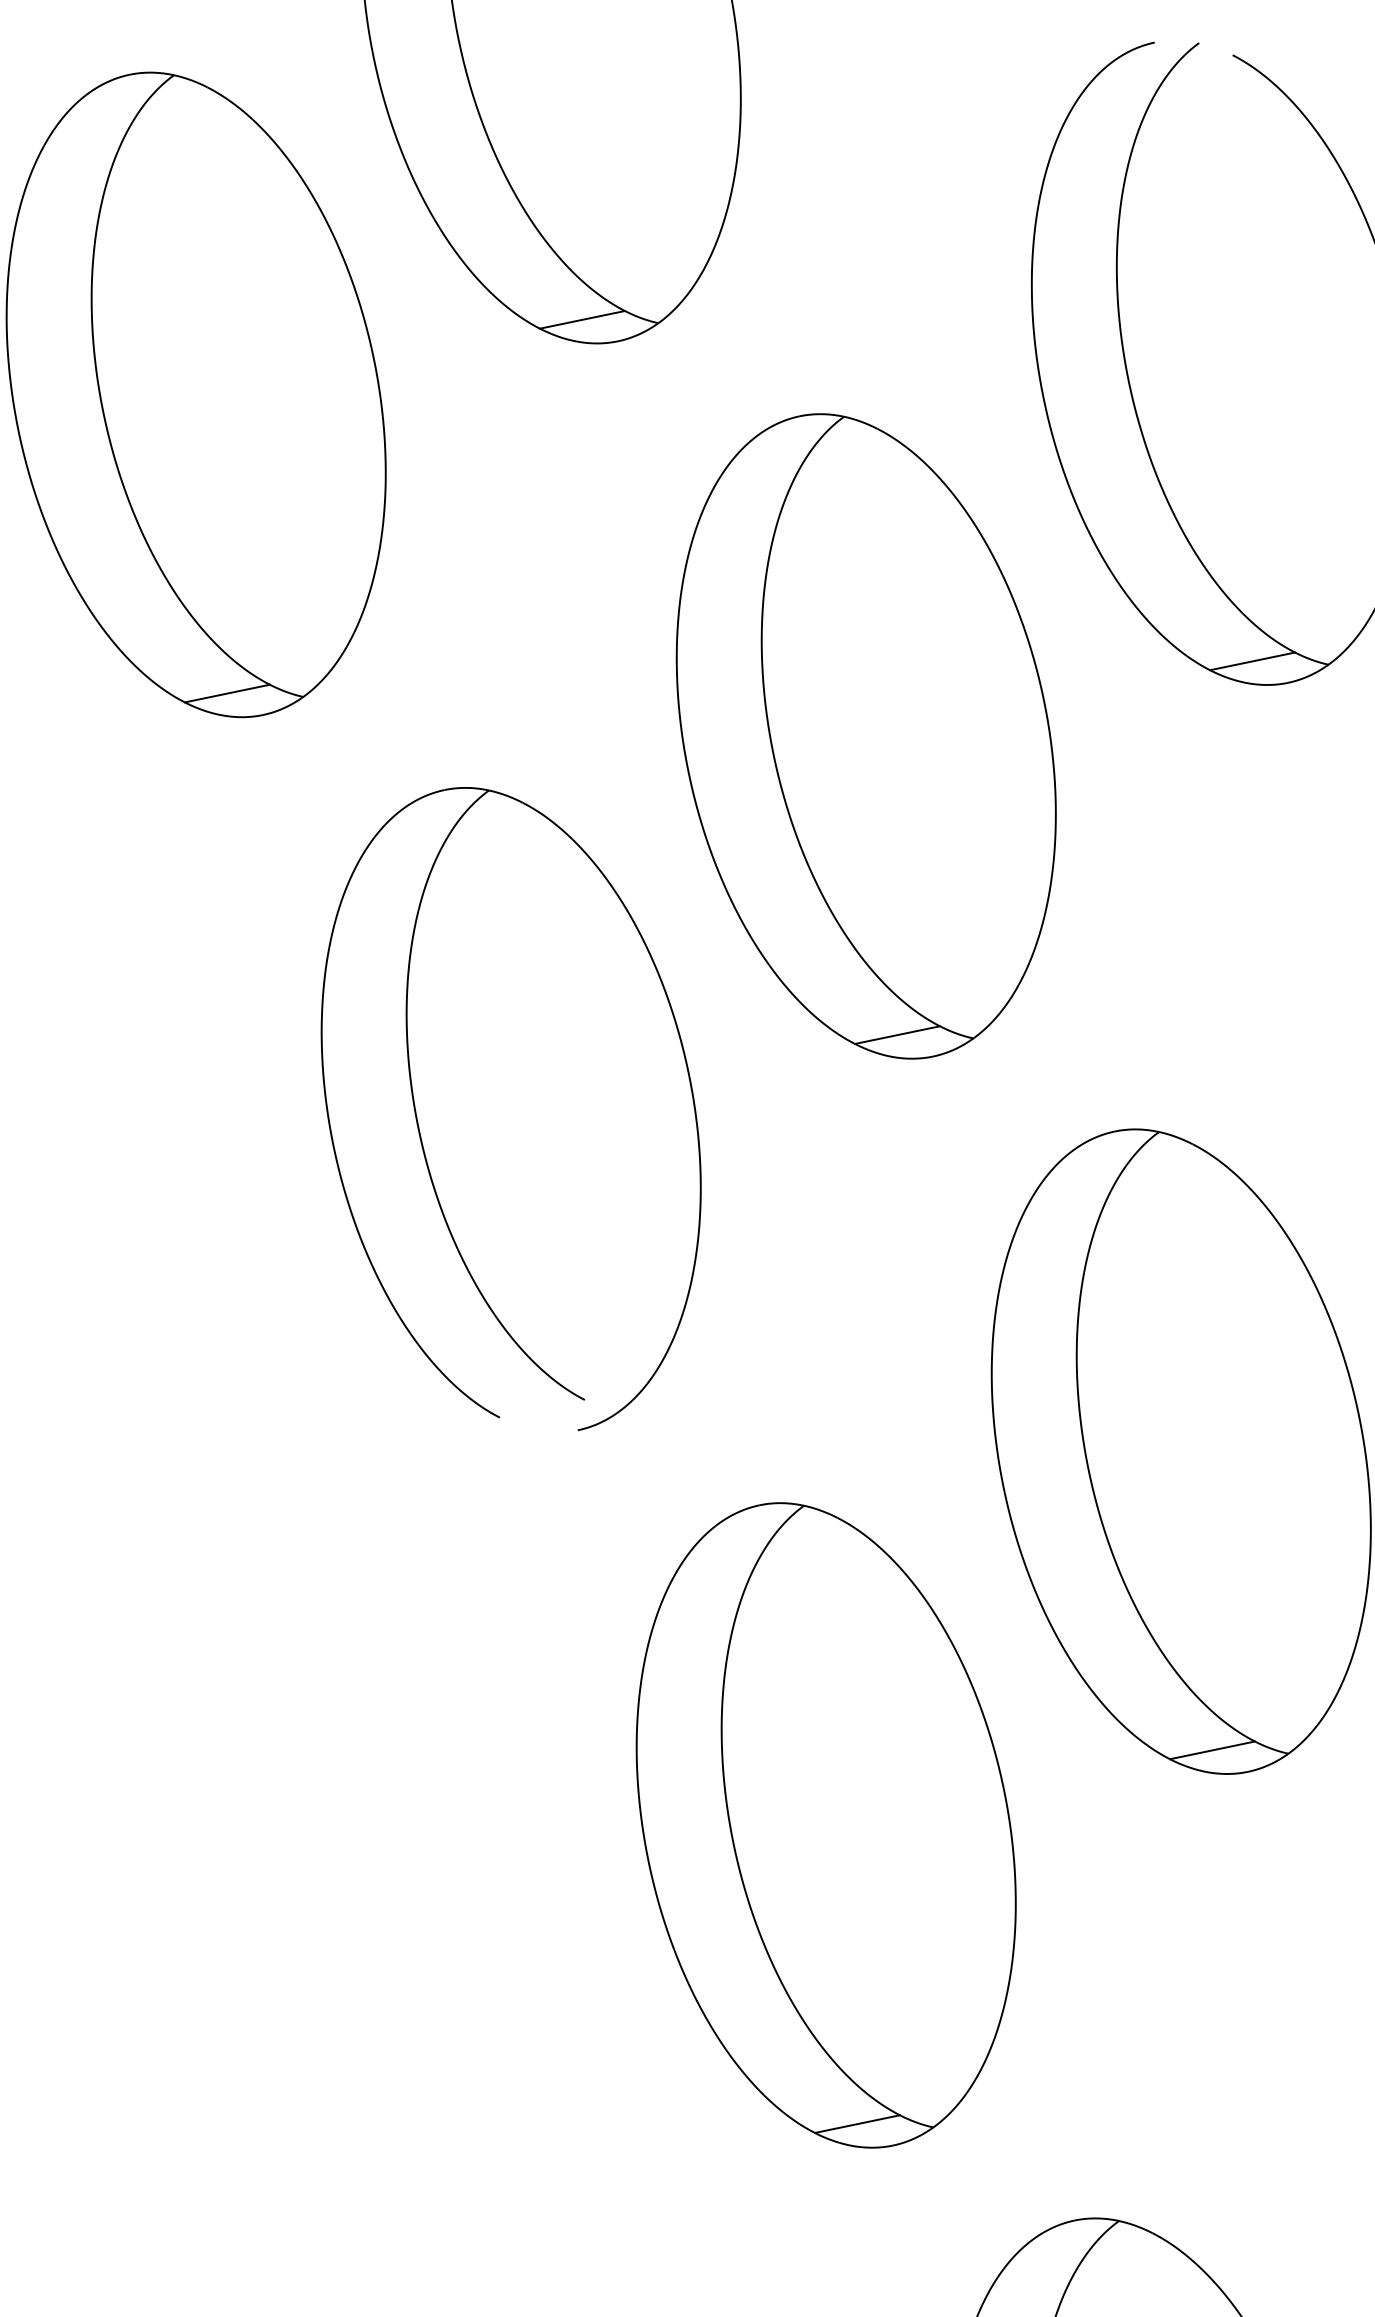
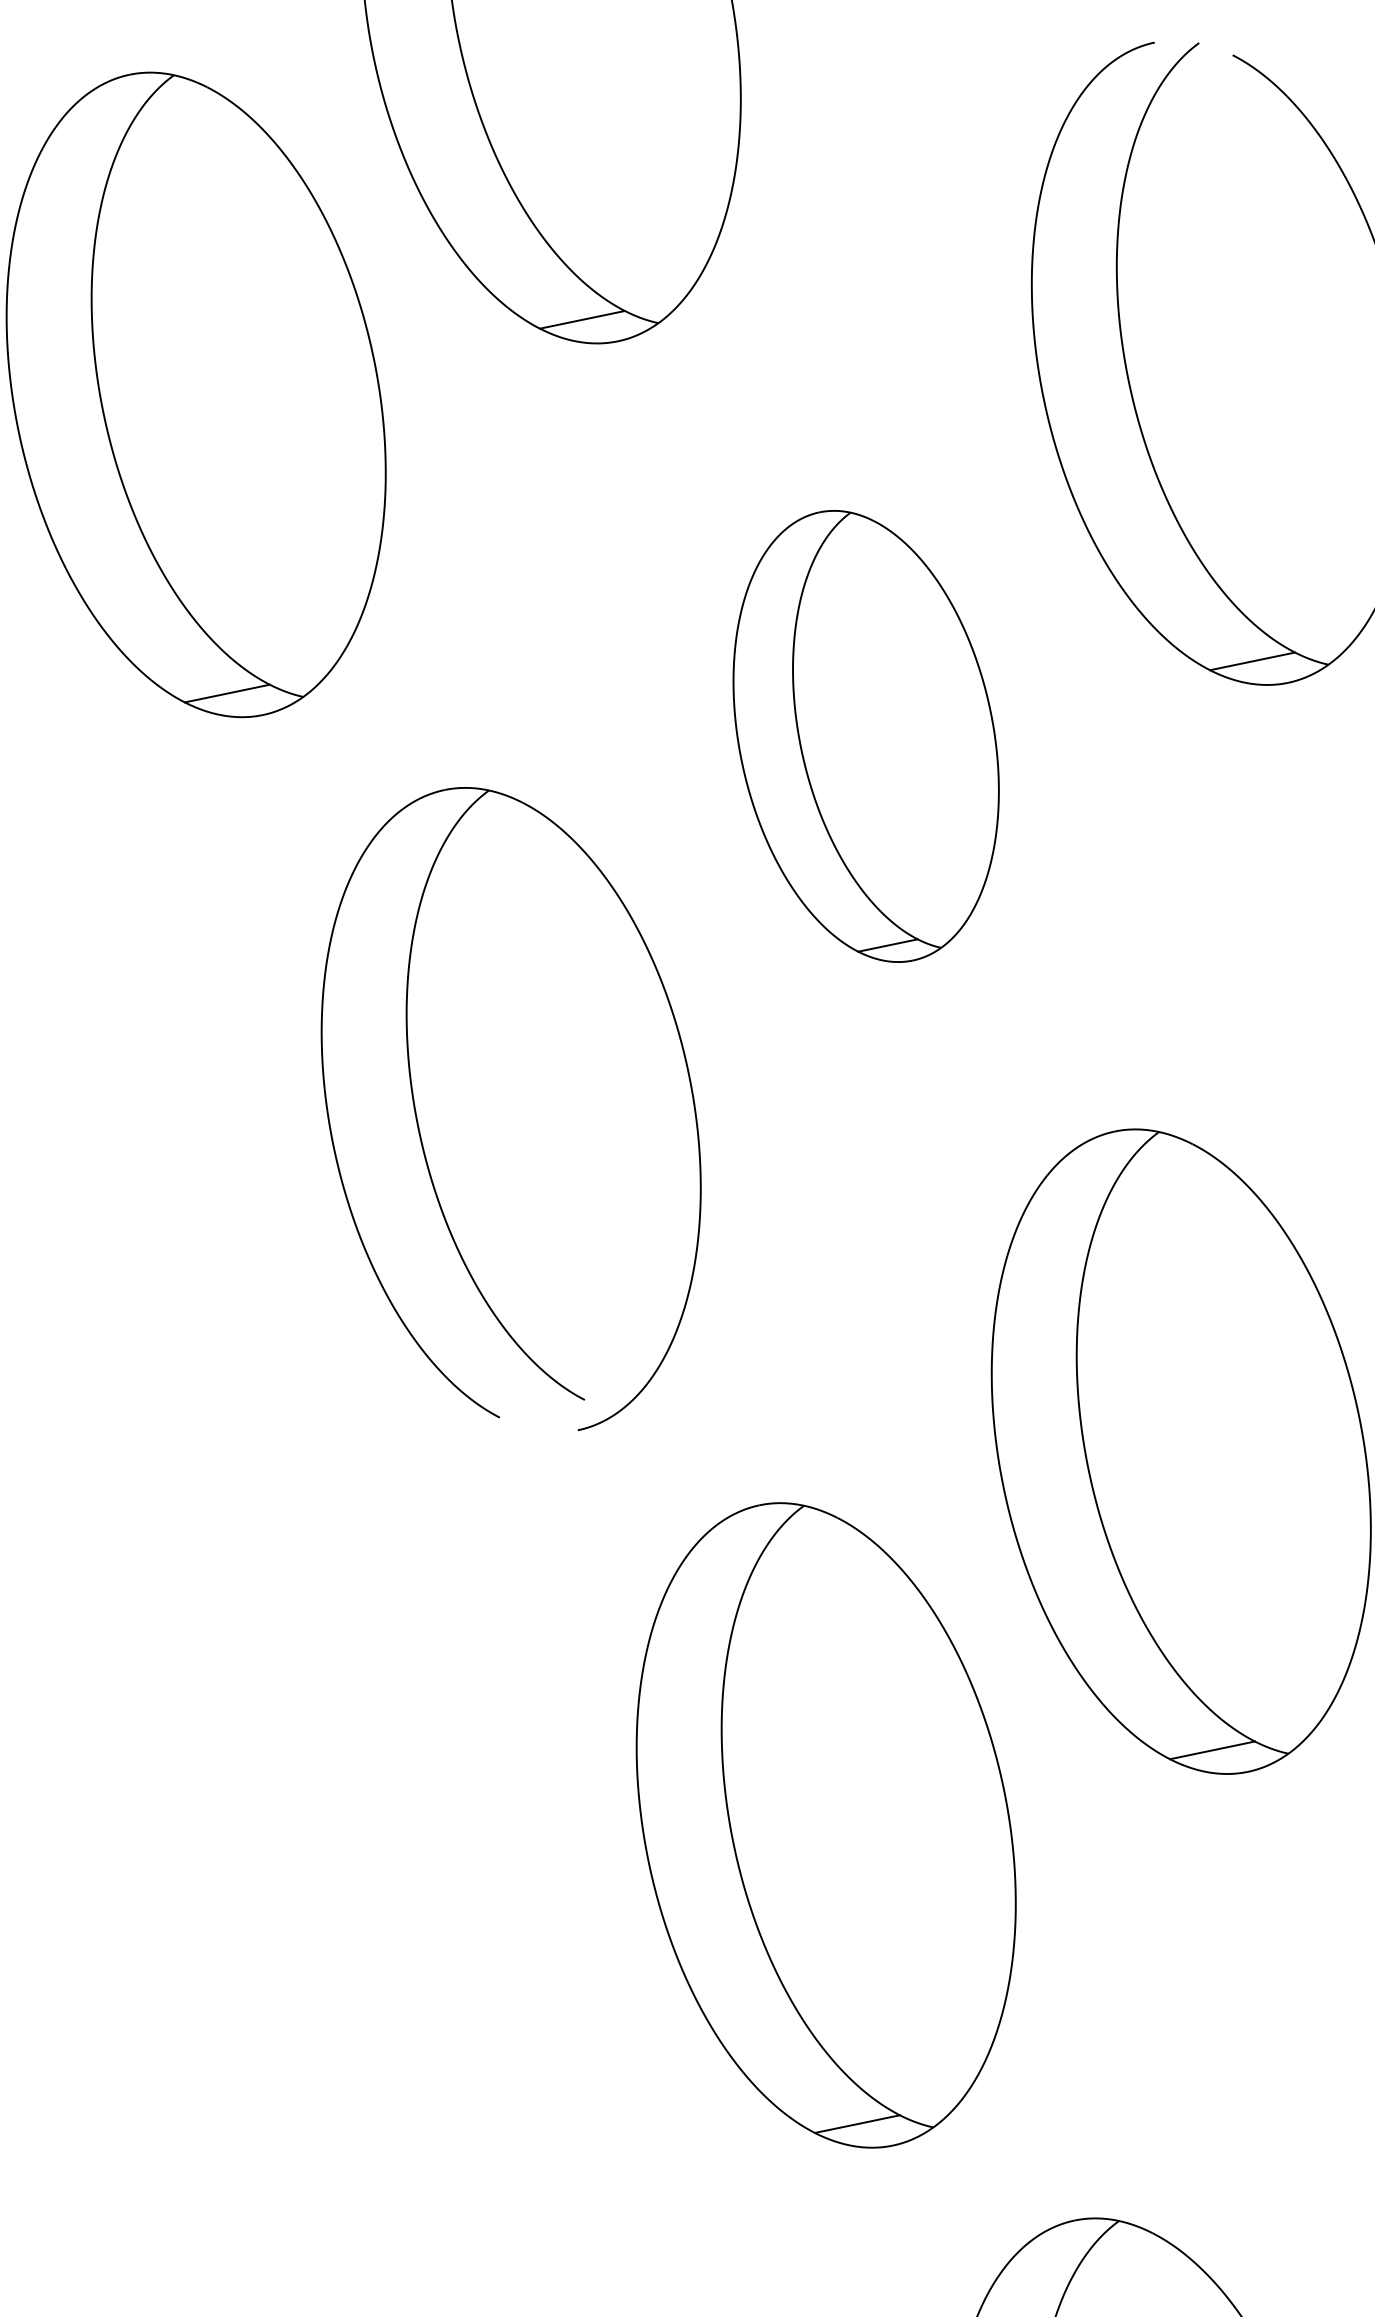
part at (865, 736) size: 382x647 px -> 268x453 px
